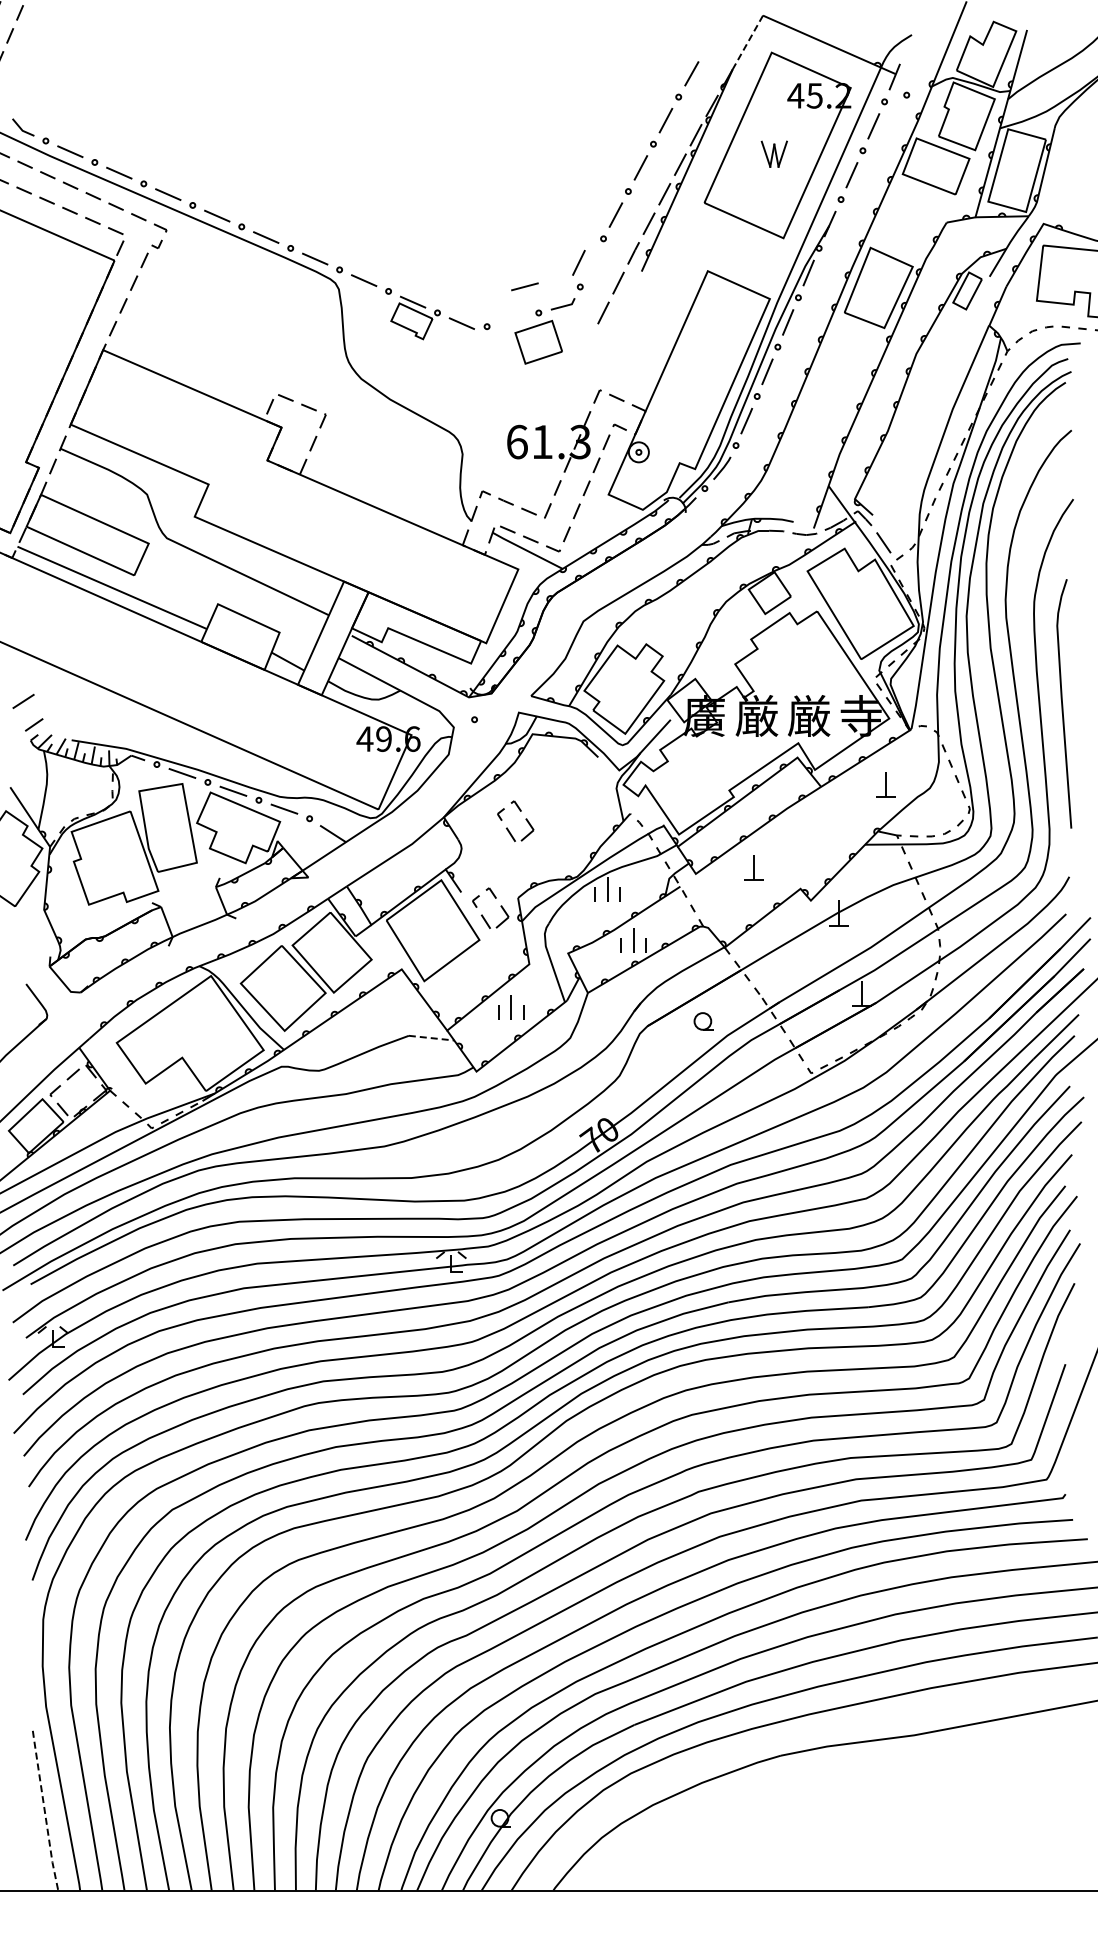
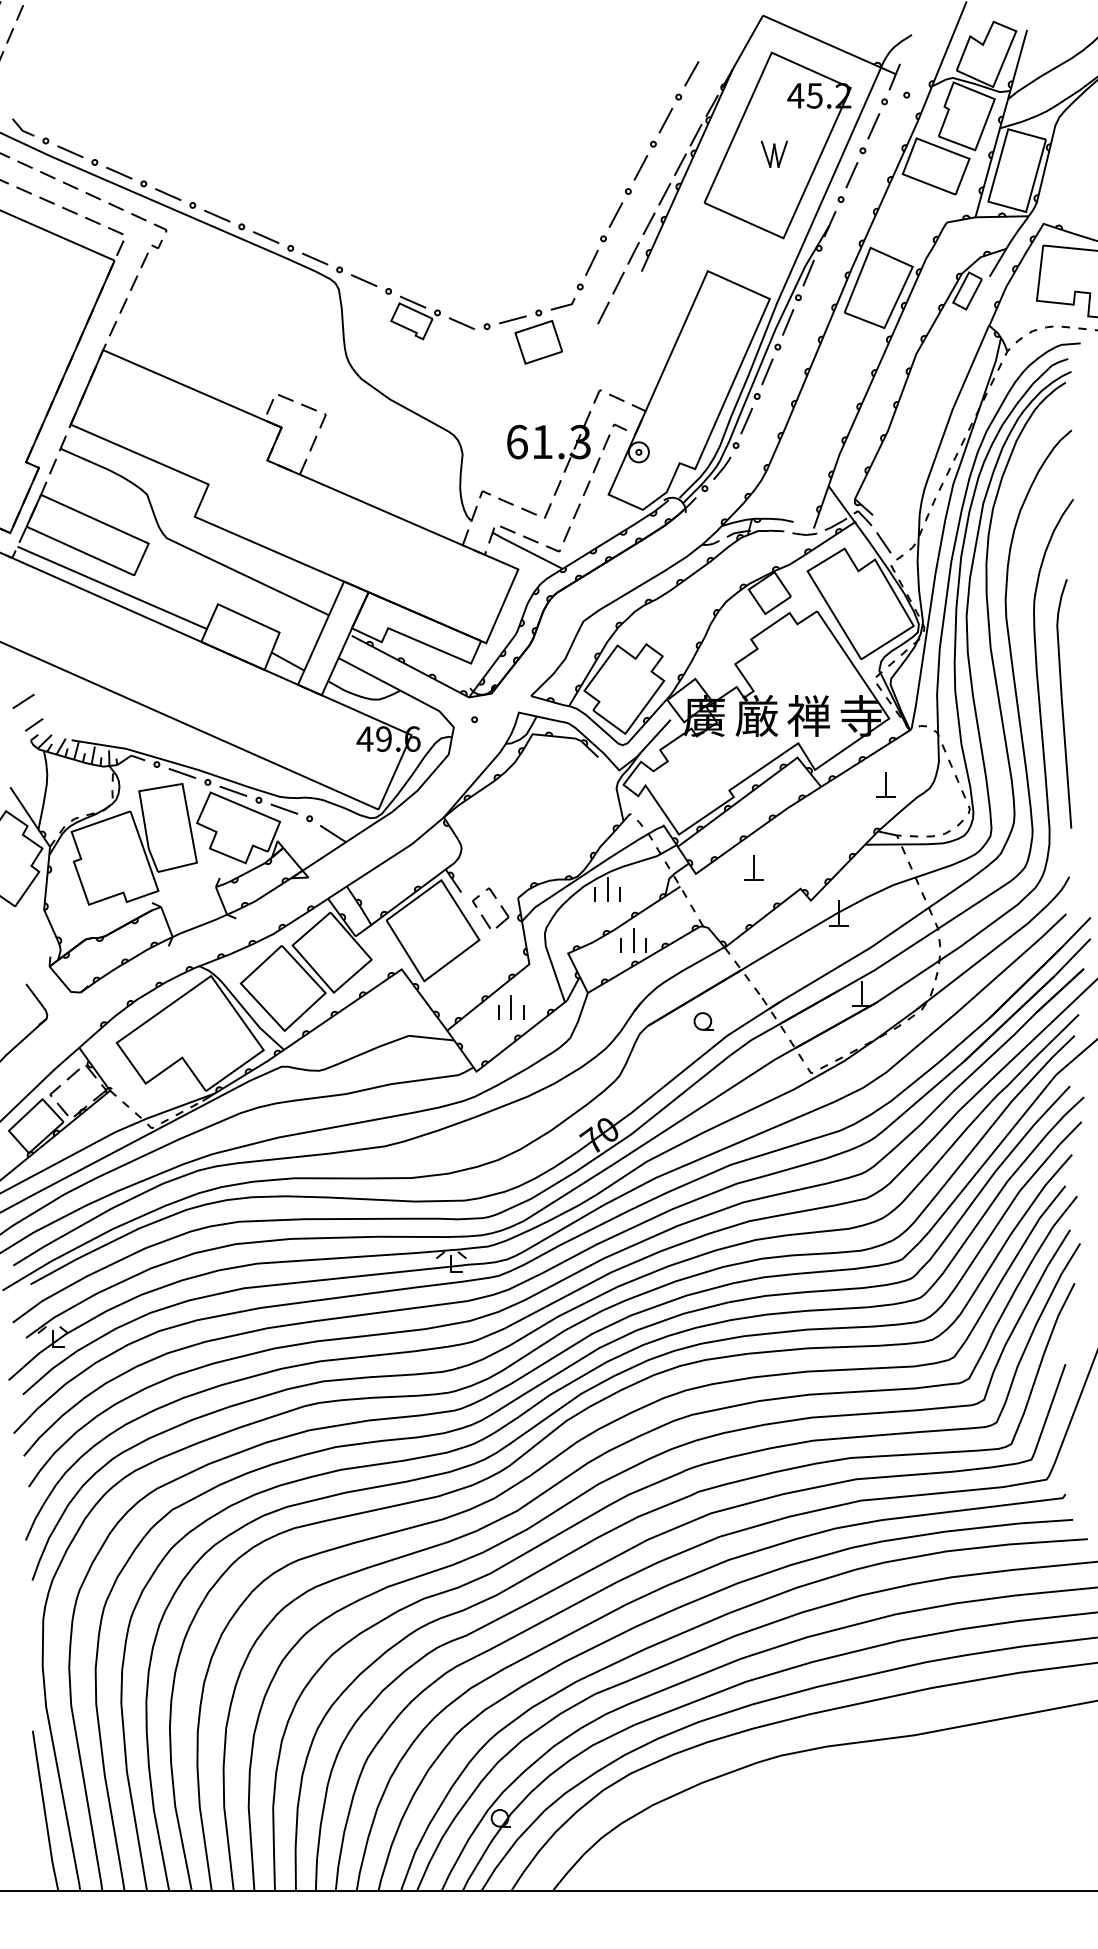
line at (747, 42): dashed -> solid
line at (578, 262) position: (578, 262) -> (591, 262)
line at (524, 286) position: (524, 286) -> (512, 319)
text at (808, 715): 厳 -> 禅
part at (525, 819): present -> none
line at (431, 1038): dashed -> solid
line at (44, 1811): dashed -> solid
